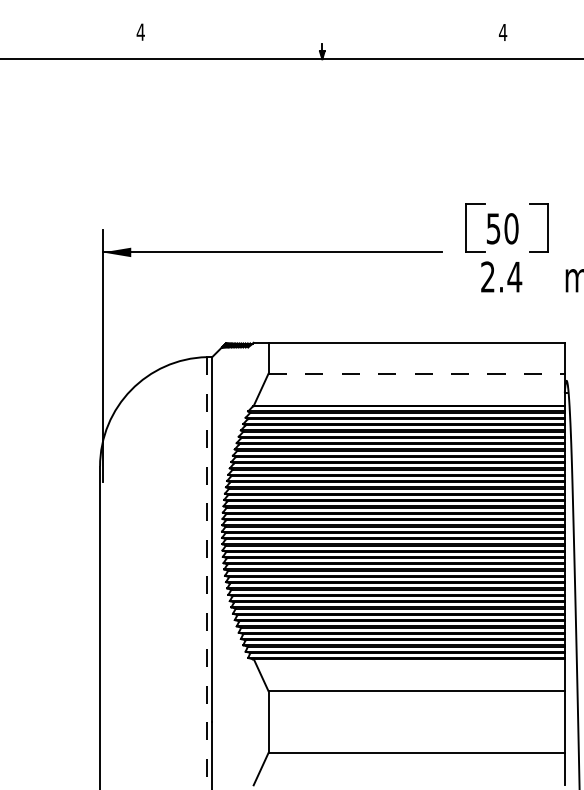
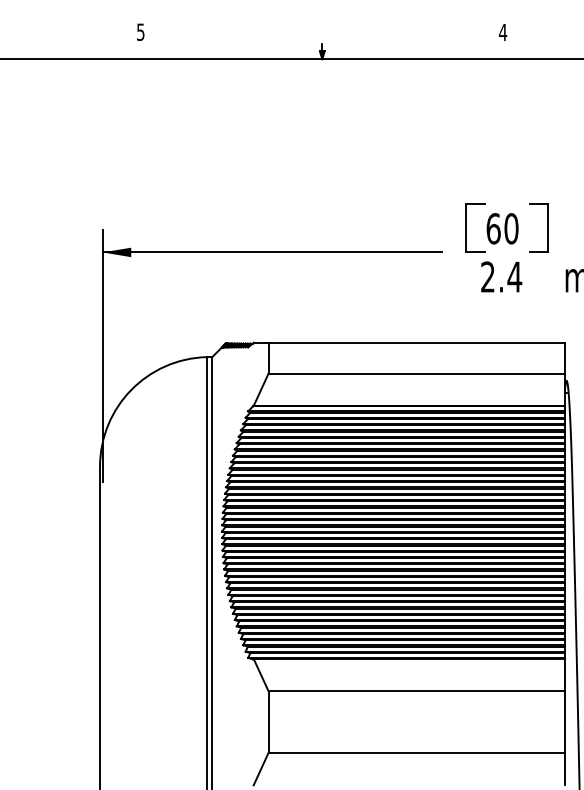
text at (140, 31): 4 -> 5
text at (493, 228): 50 -> 60
line at (417, 373): dashed -> solid
line at (206, 573): dashed -> solid
